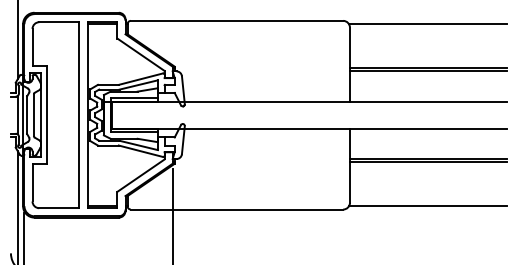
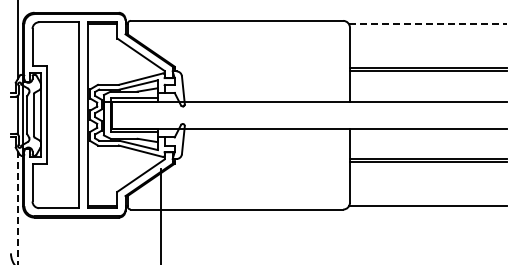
line at (428, 24): solid -> dashed
line at (17, 207): solid -> dashed
line at (172, 215) position: (172, 215) -> (160, 215)
line at (24, 236): present -> none
